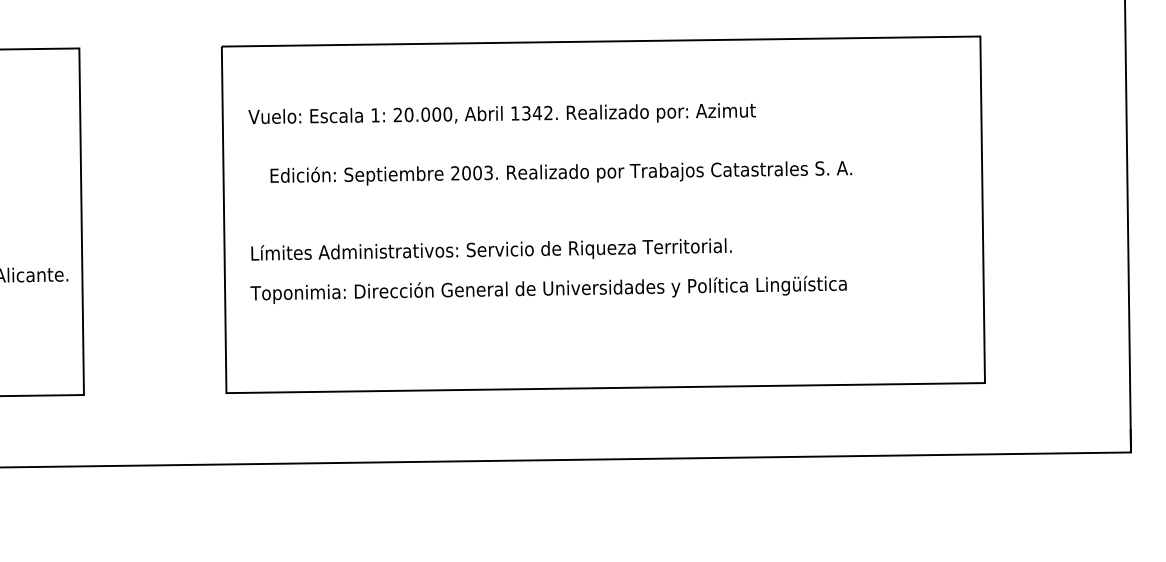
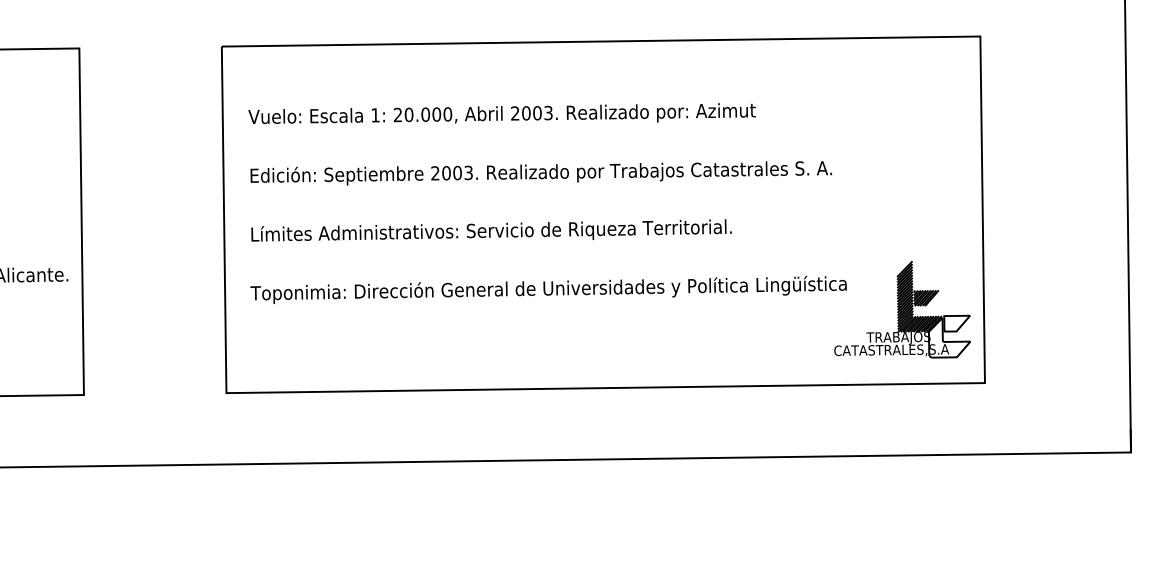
text at (531, 113): 1342. -> 2003.
text at (561, 173) position: (561, 173) -> (541, 173)
text at (491, 249) position: (491, 249) -> (491, 230)
part at (902, 309): none -> present
